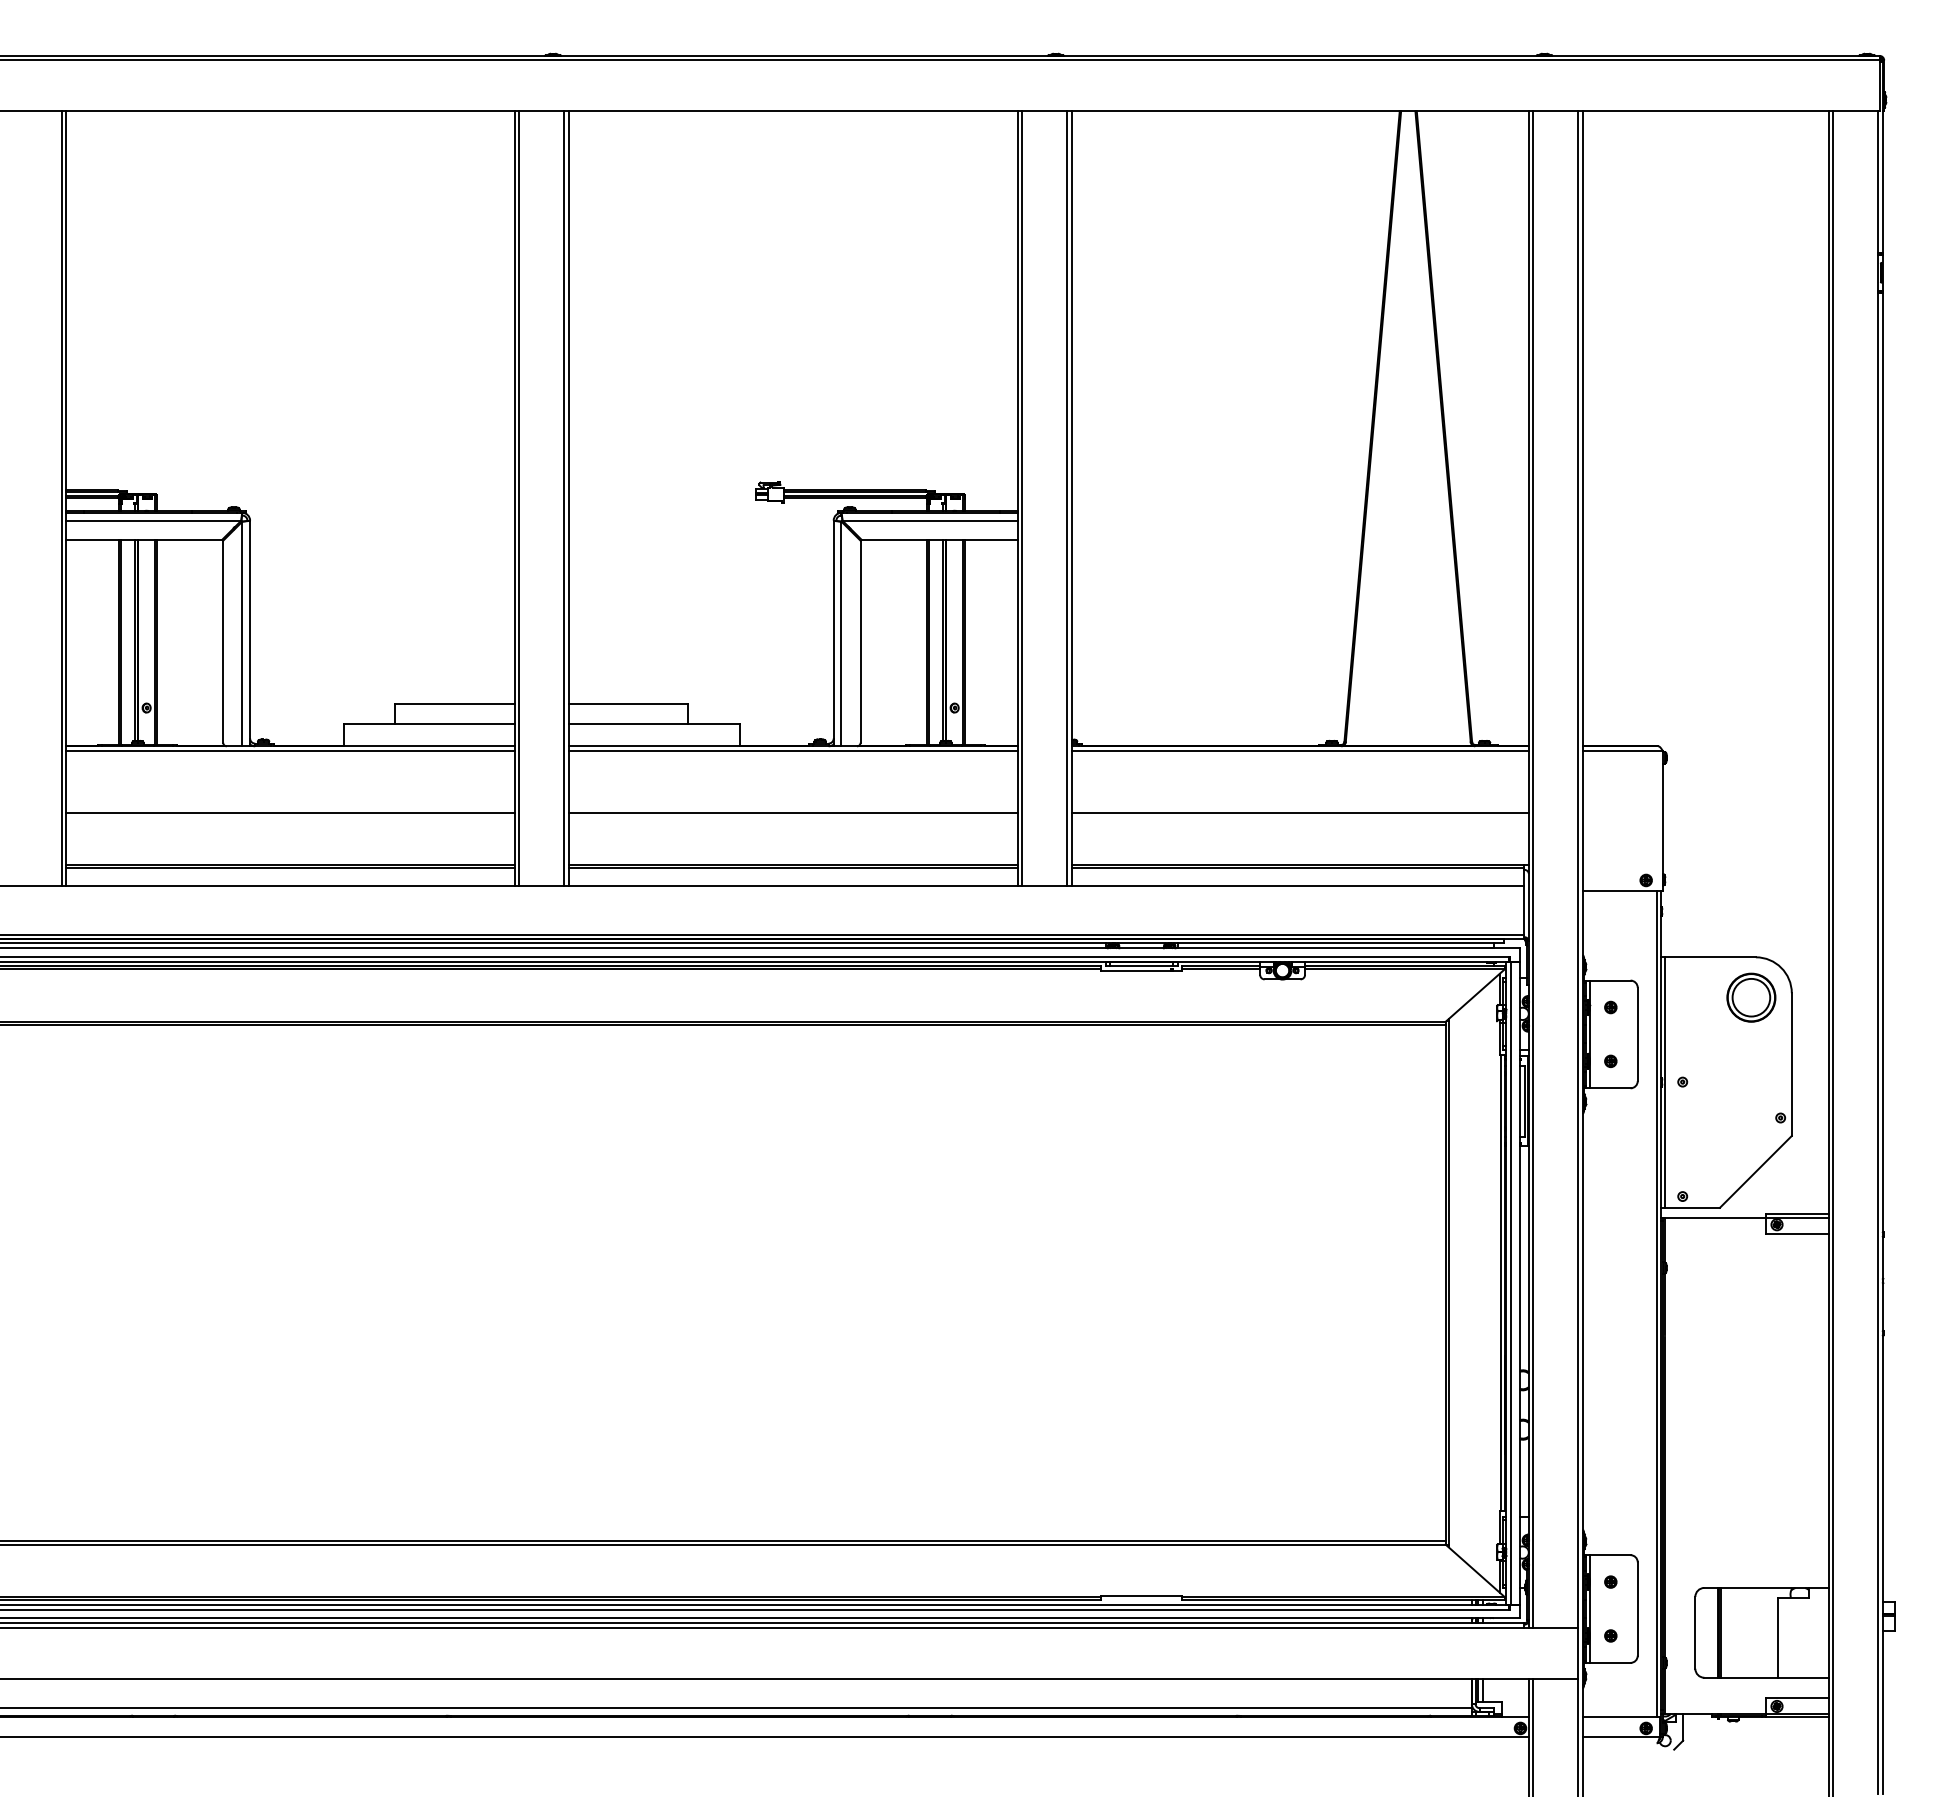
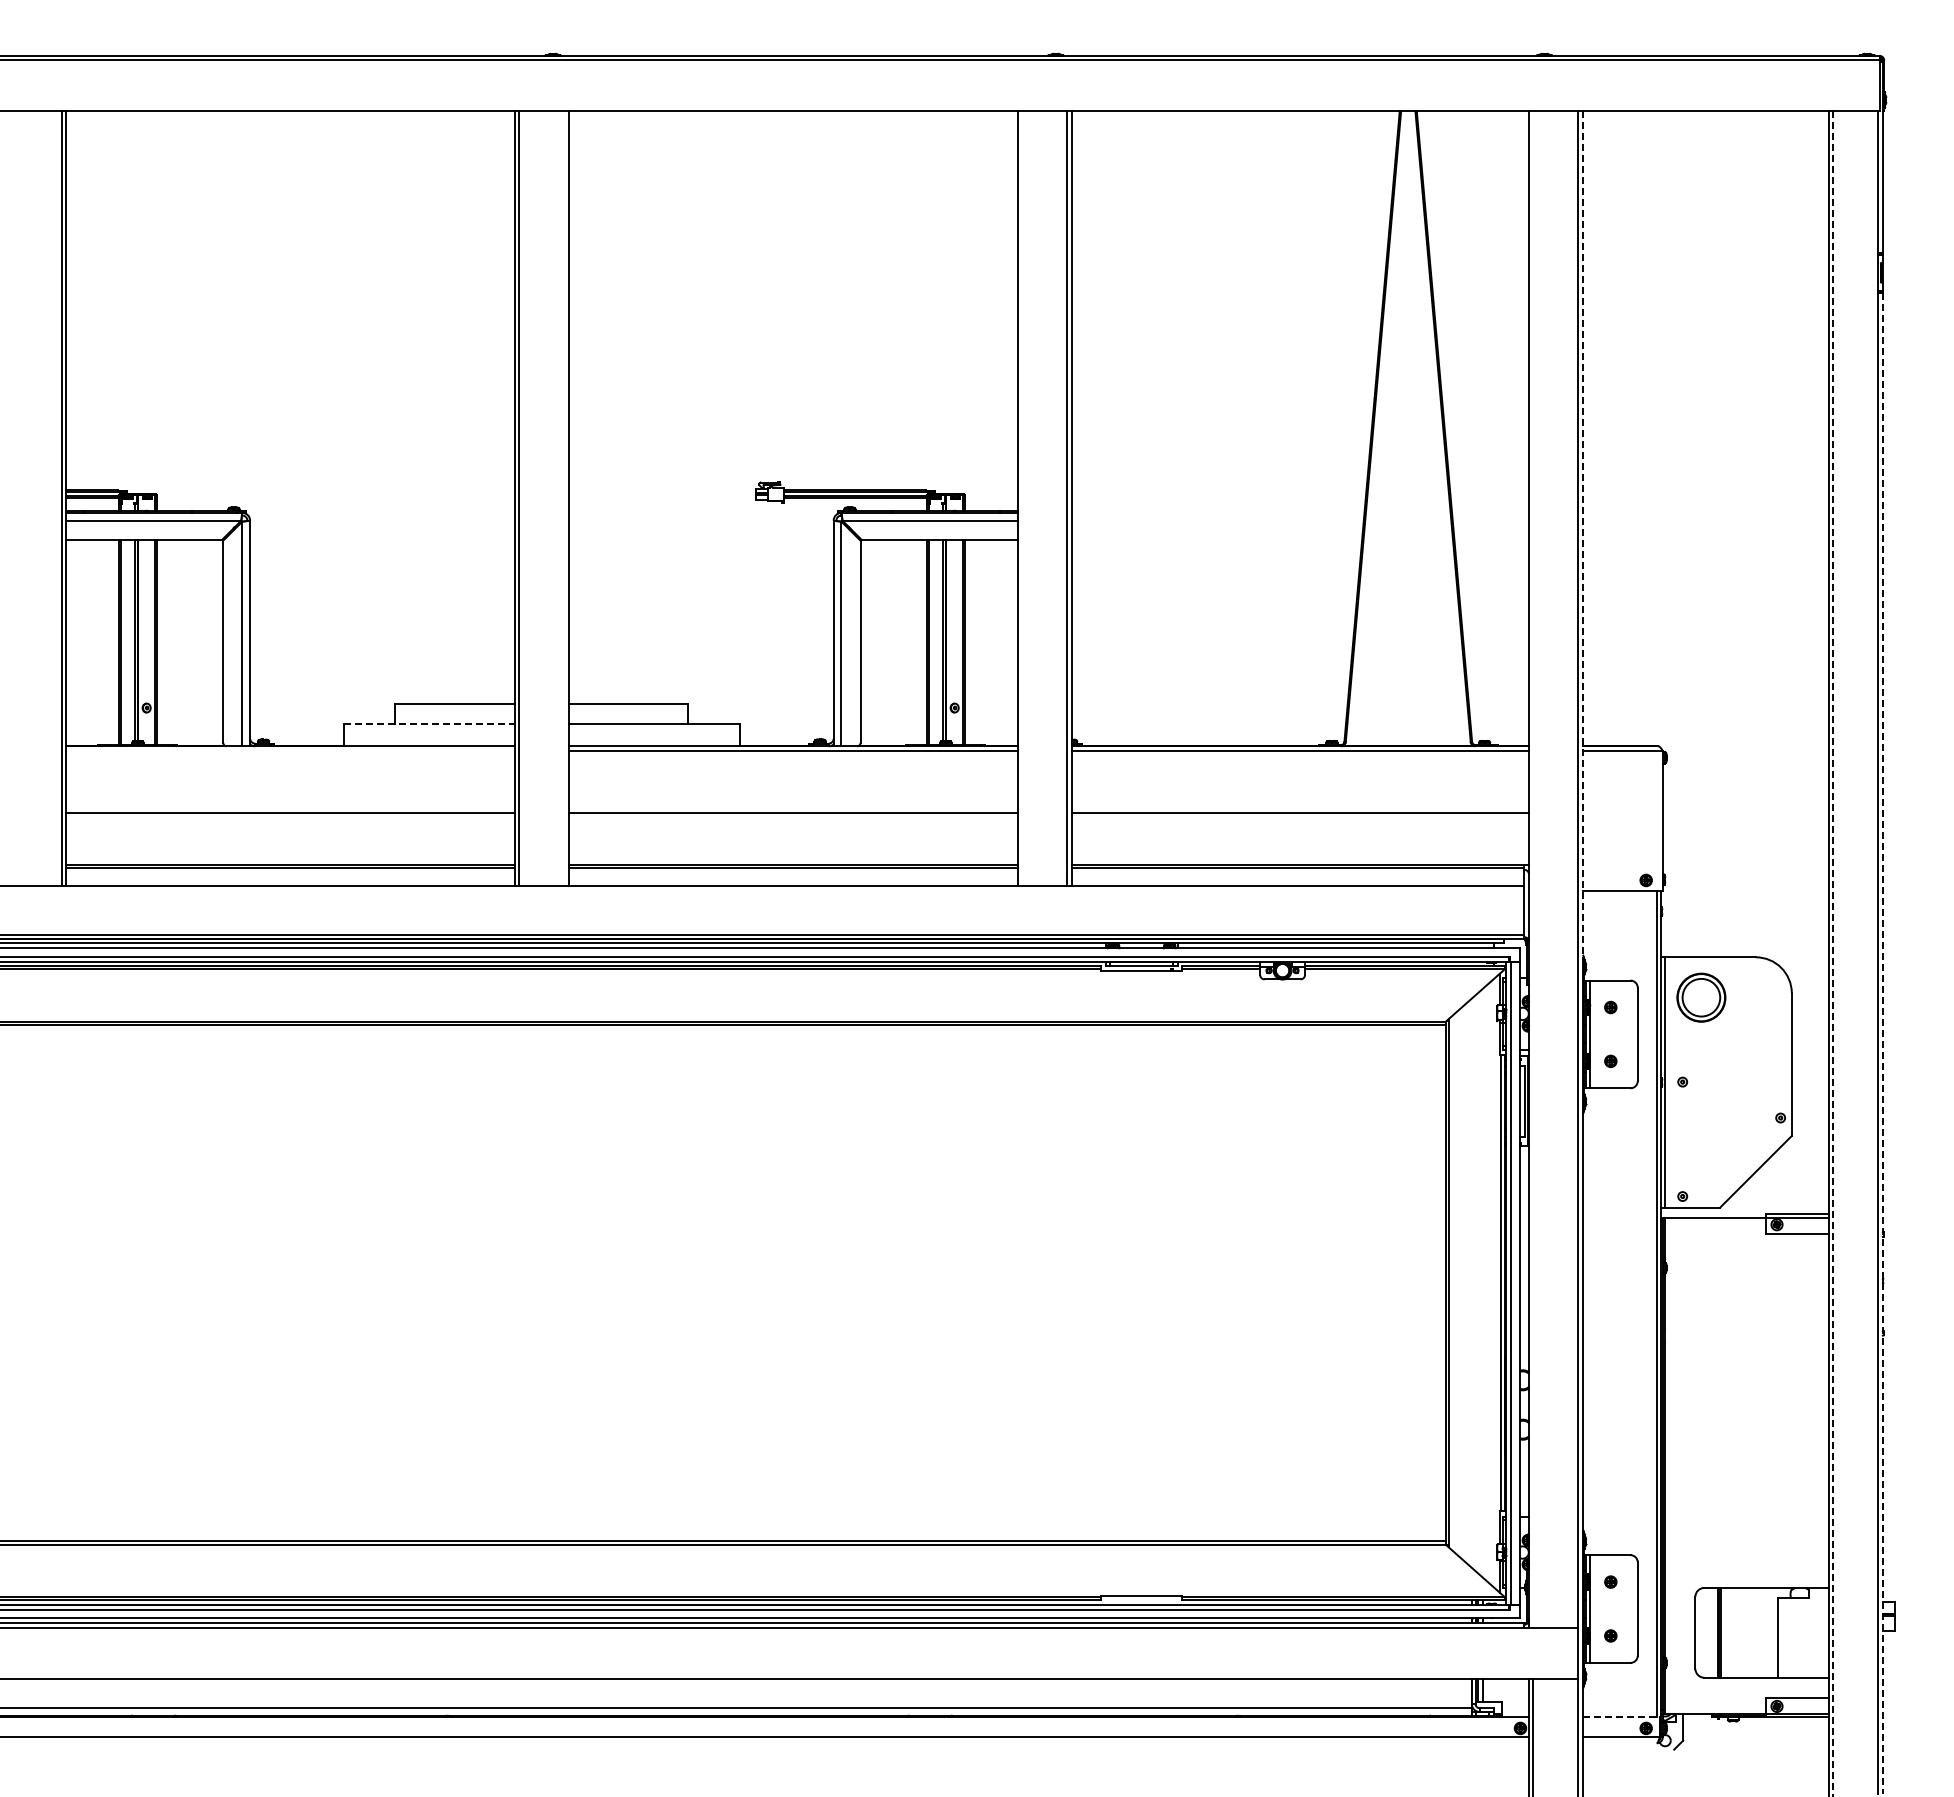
line at (564, 498): present -> none
line at (1022, 498): present -> none
line at (1582, 535): solid -> dashed
line at (430, 724): solid -> dashed
line at (290, 750): present -> none
line at (1533, 869): present -> none
line at (1833, 953): solid -> dashed
part at (1751, 997) position: (1751, 997) -> (1701, 997)
line at (1882, 1043): solid -> dashed
line at (1621, 1716): solid -> dashed
